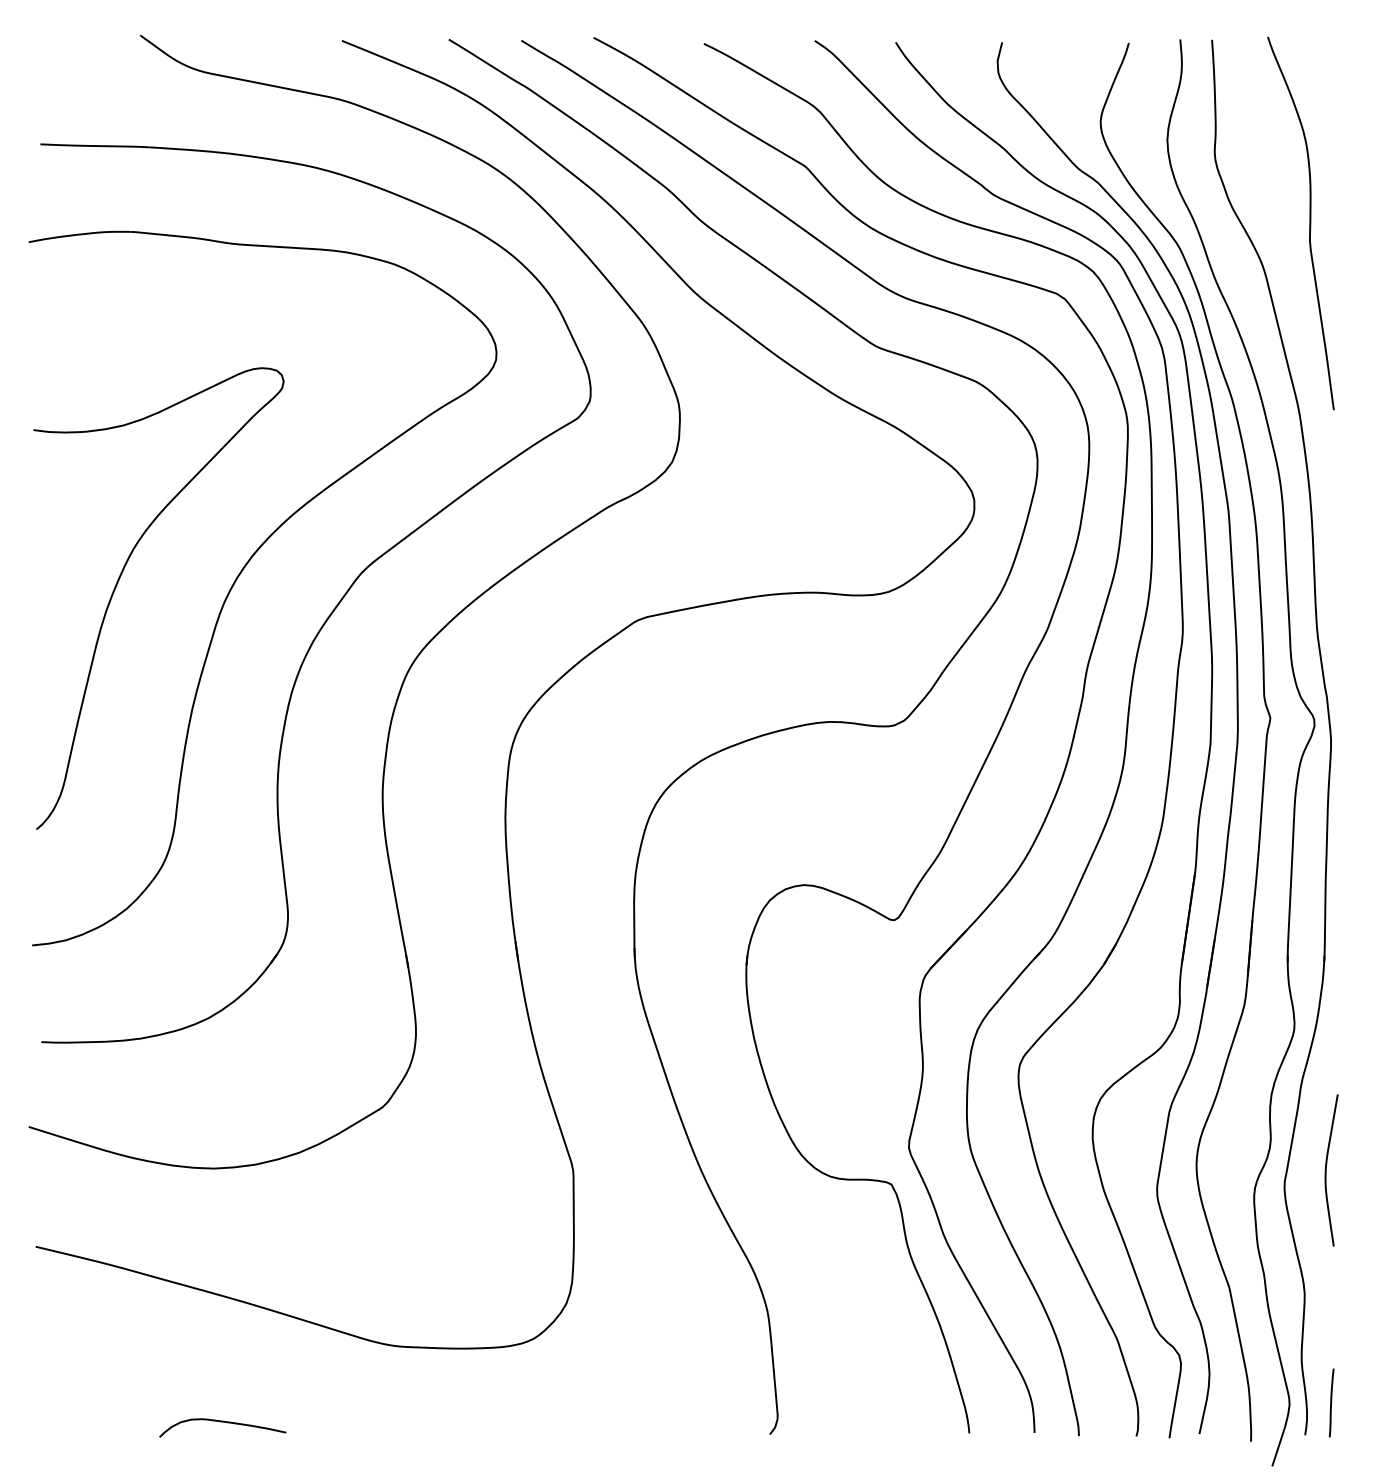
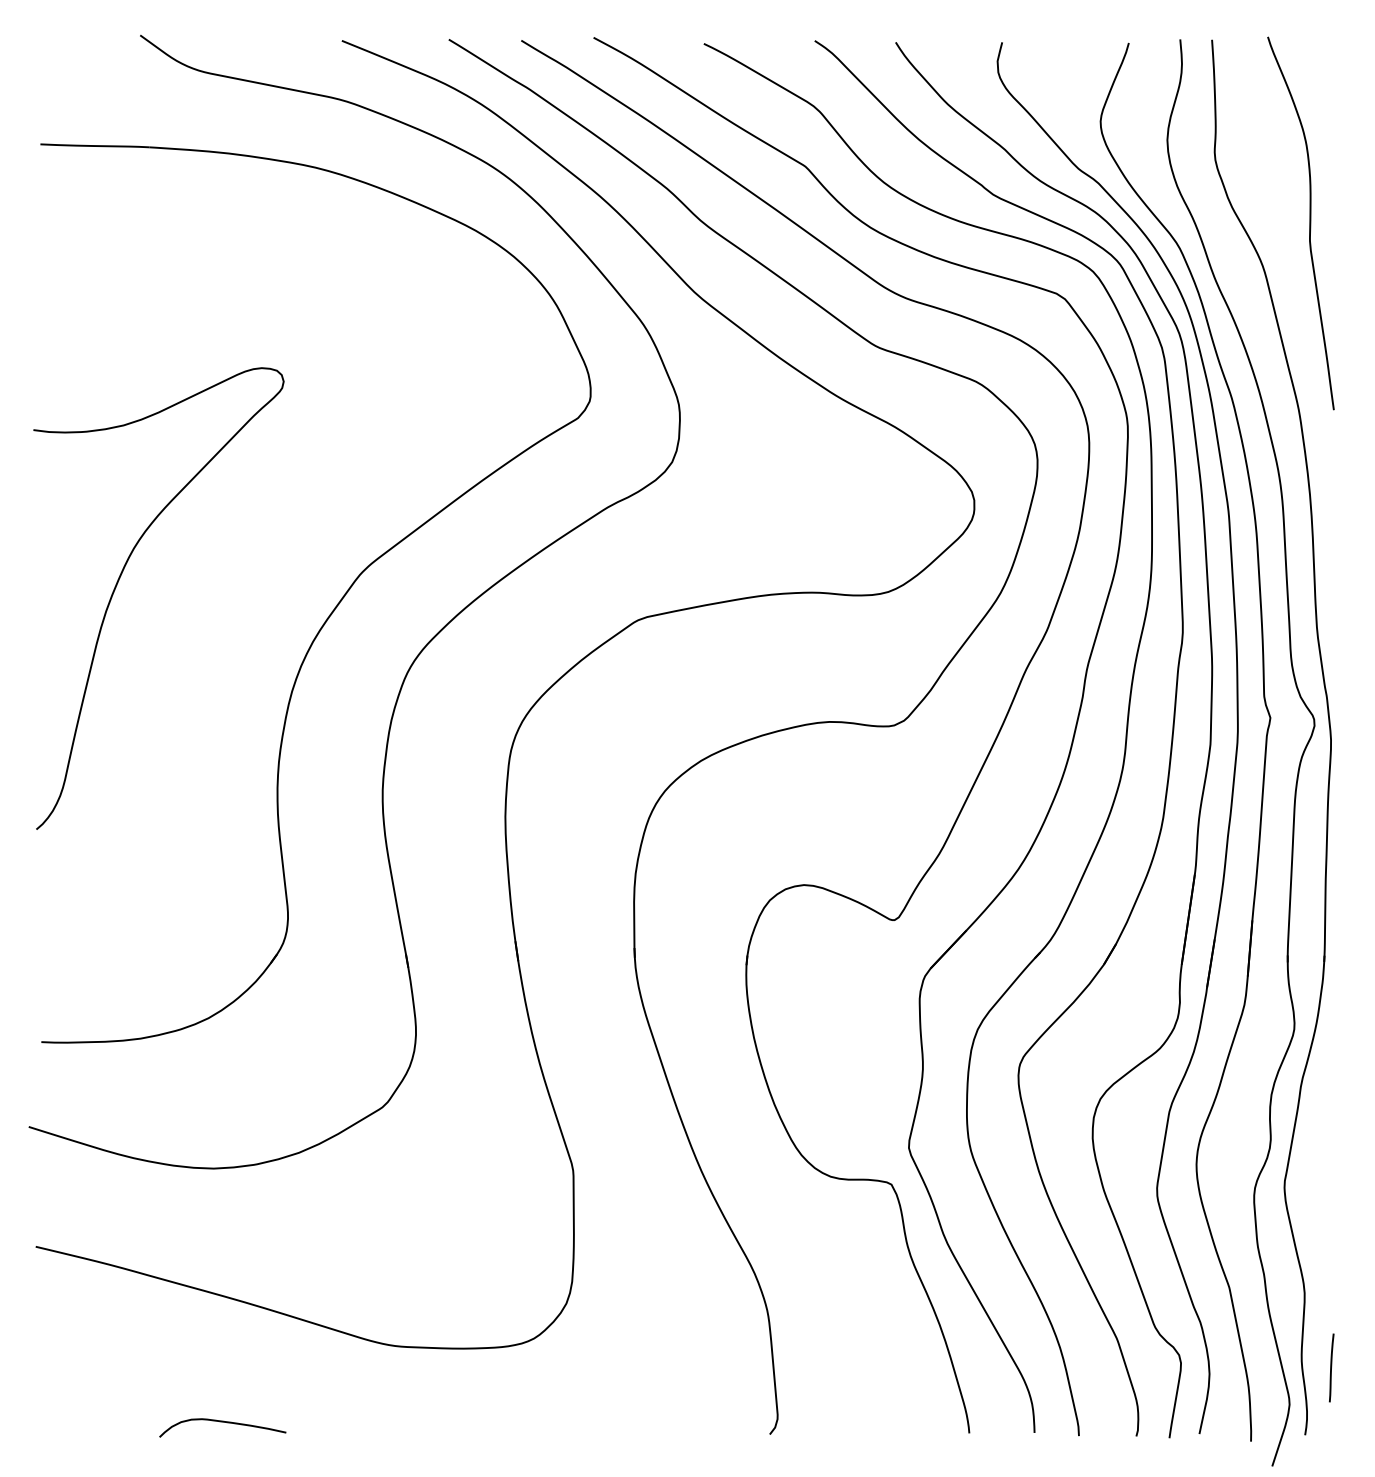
part at (241, 573): present -> none
curve at (1326, 1170): present -> none
line at (1331, 1402) position: (1331, 1402) -> (1331, 1367)
